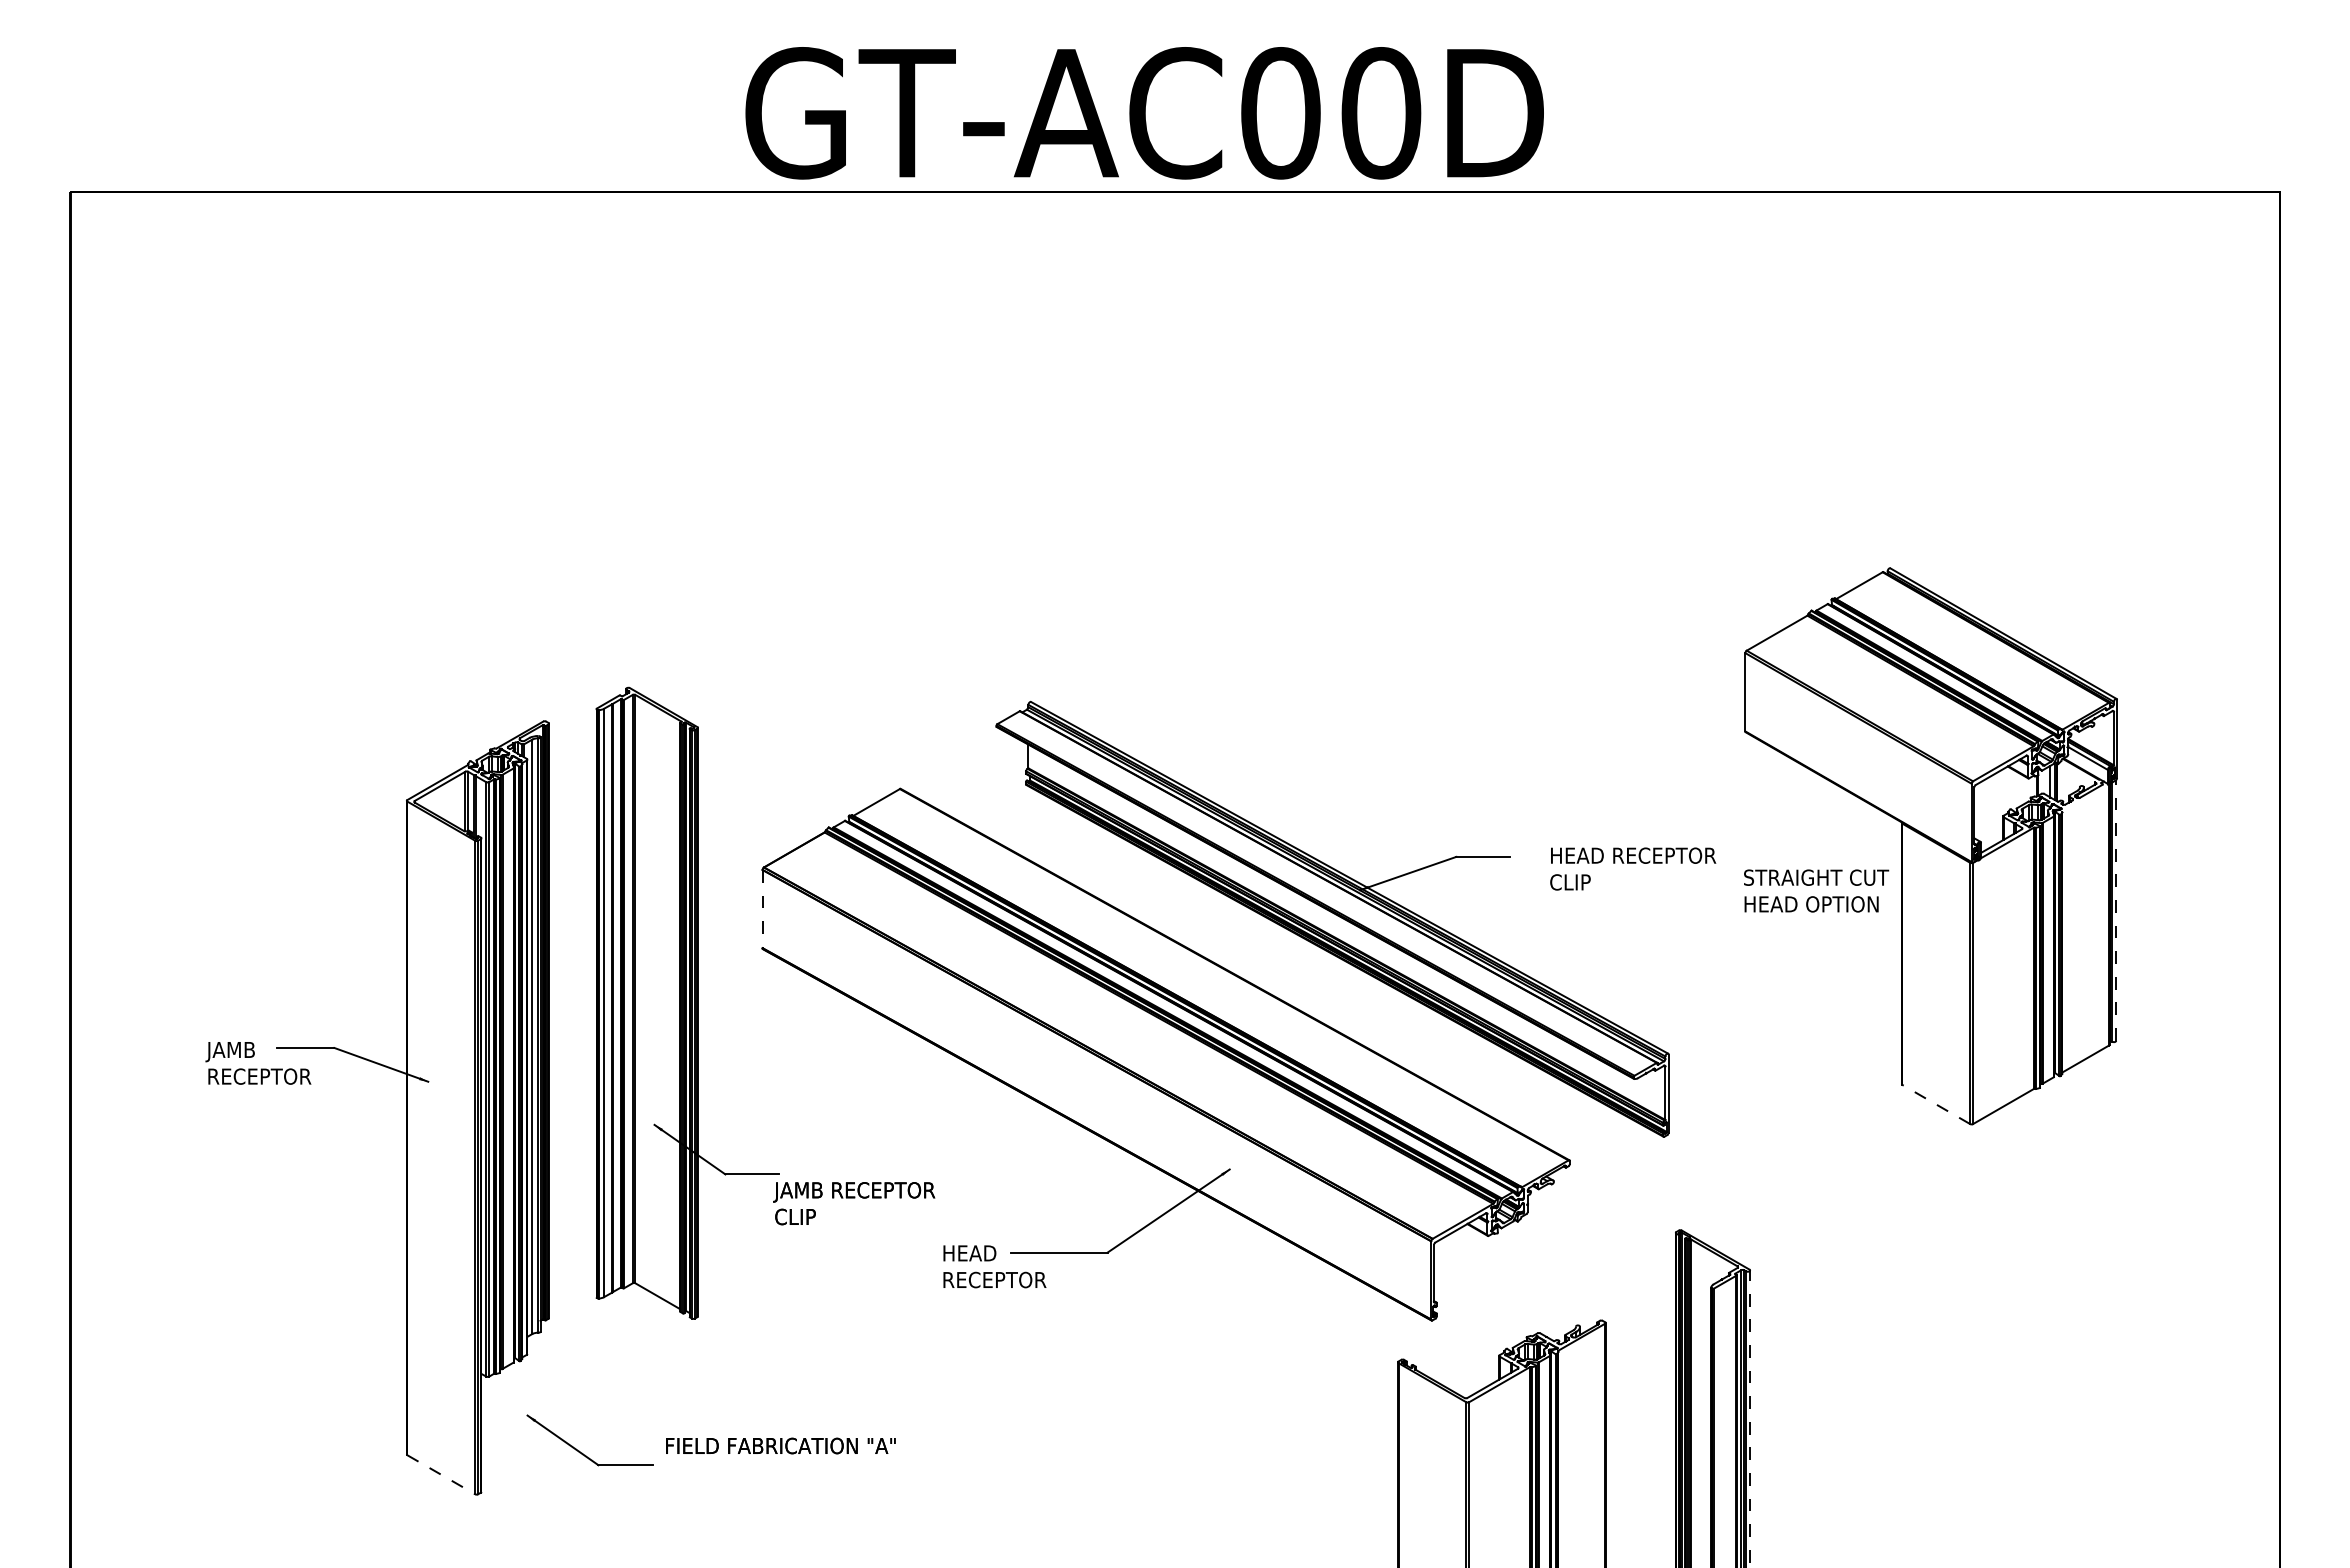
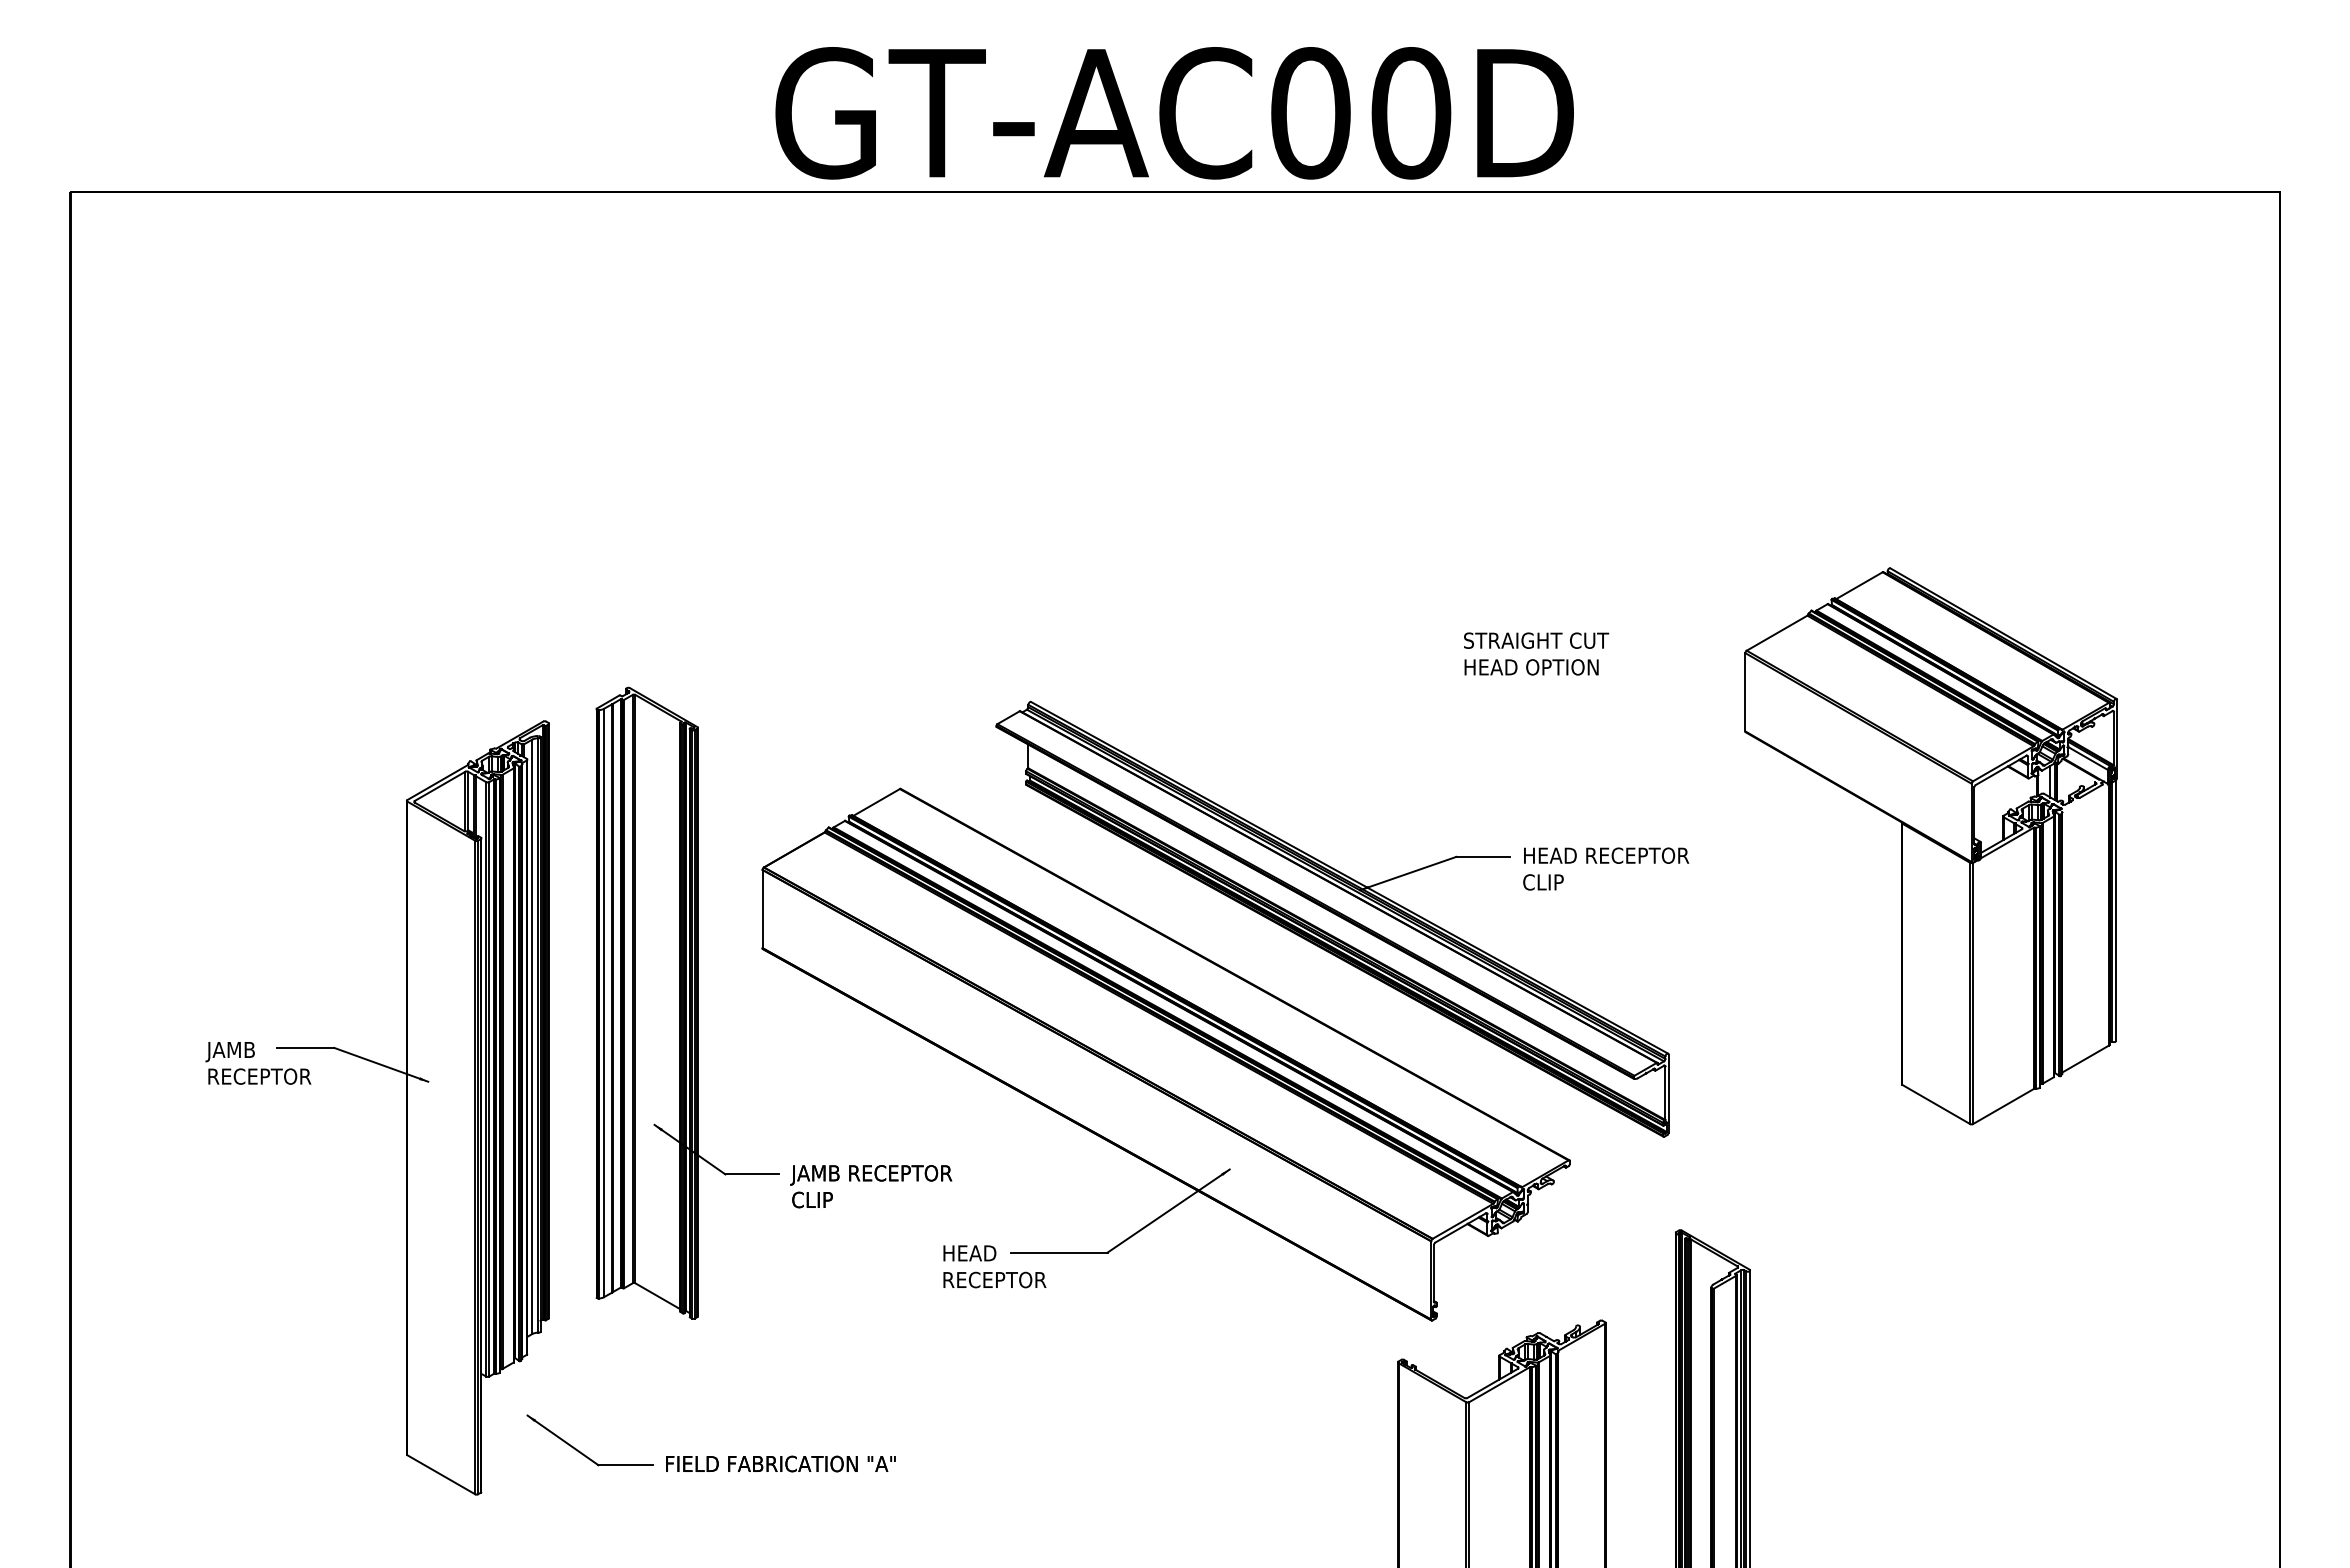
text at (1144, 113) position: (1144, 113) -> (1174, 113)
text at (1633, 868) position: (1633, 868) -> (1606, 868)
text at (1816, 890) position: (1816, 890) -> (1536, 653)
line at (762, 909): dashed -> solid
line at (2116, 910): dashed -> solid
line at (1935, 1104): dashed -> solid
text at (854, 1203) position: (854, 1203) -> (871, 1186)
line at (1750, 1418): dashed -> solid
text at (780, 1445) position: (780, 1445) -> (780, 1463)
line at (441, 1475): dashed -> solid
